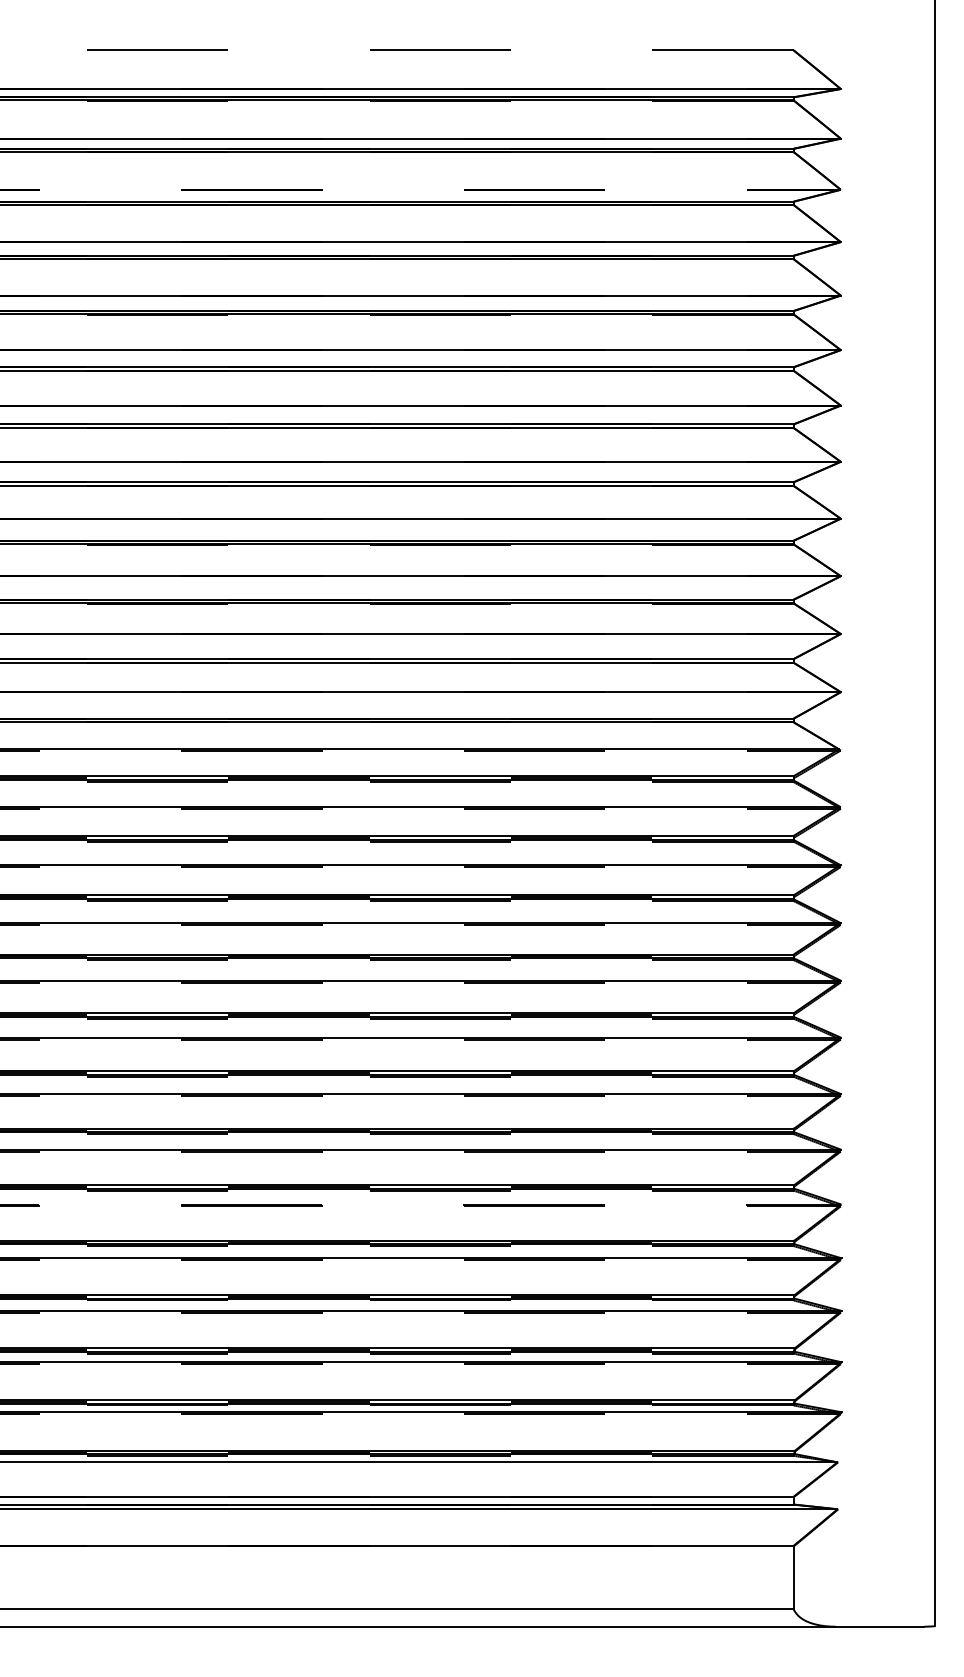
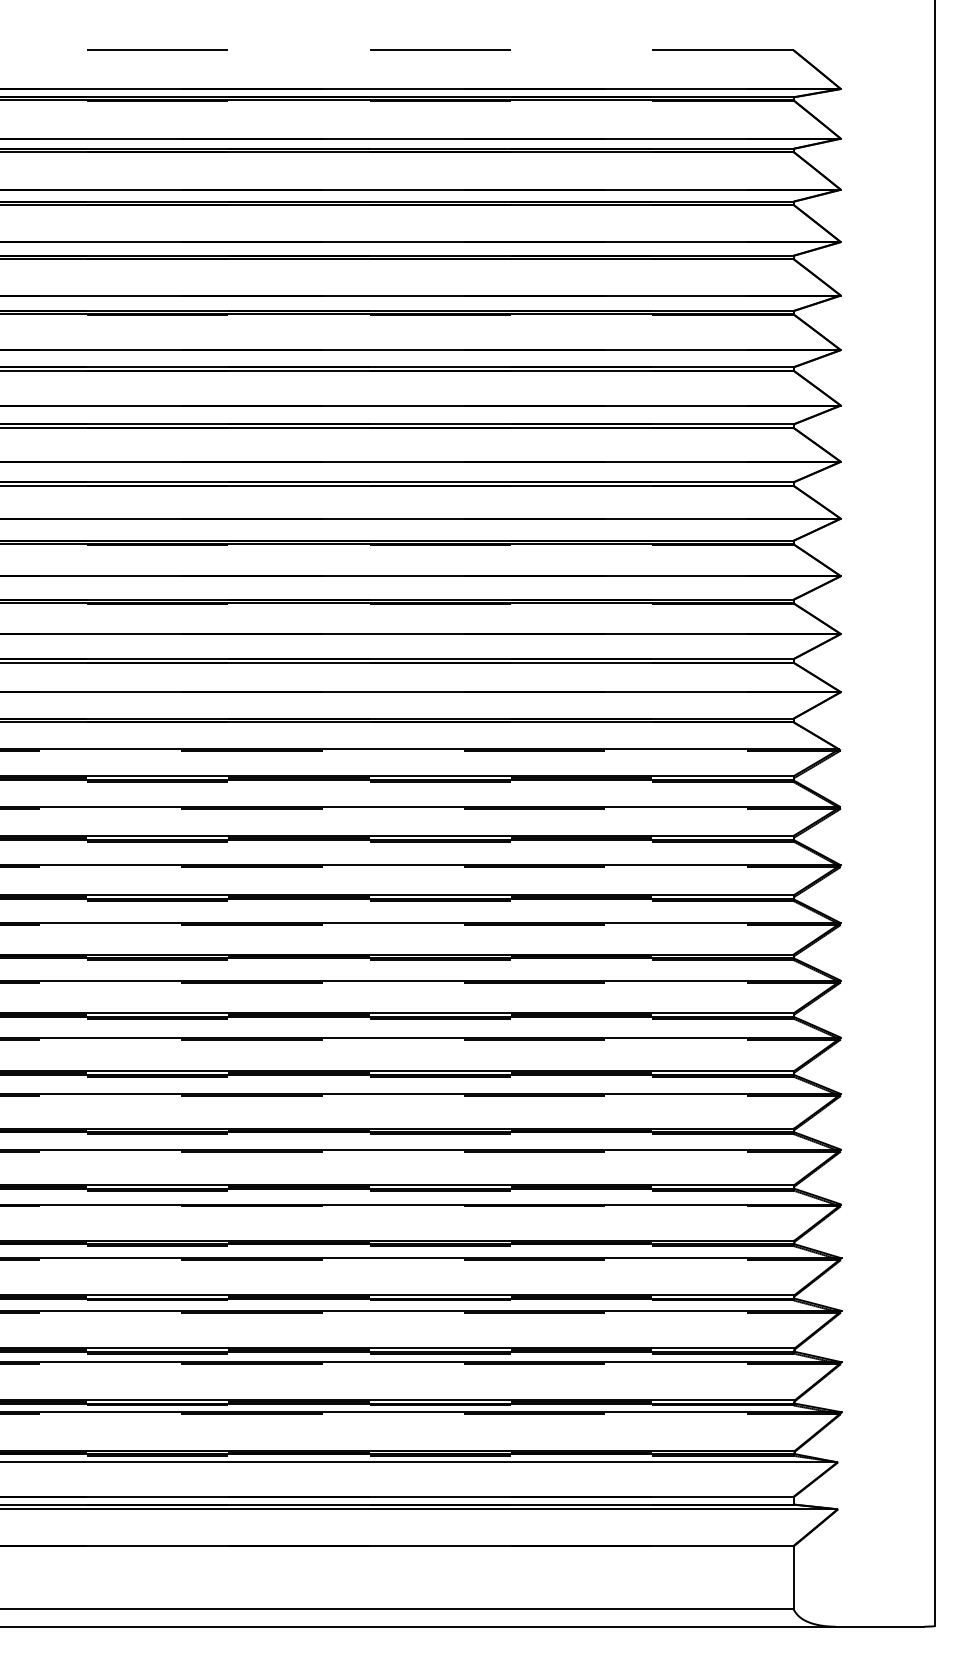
line at (420, 189): dashed -> solid
line at (421, 1204): dashed -> solid
